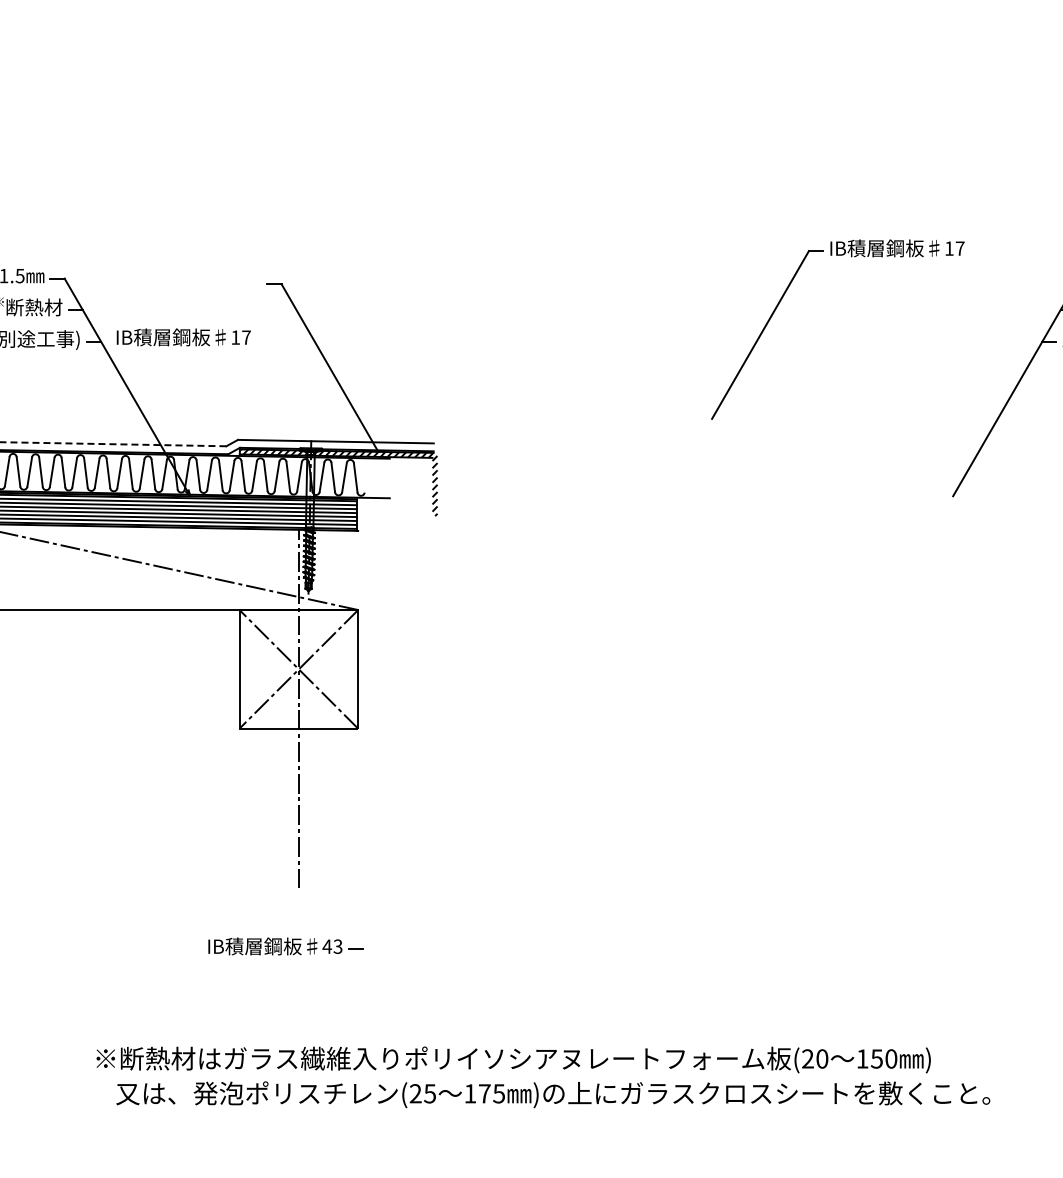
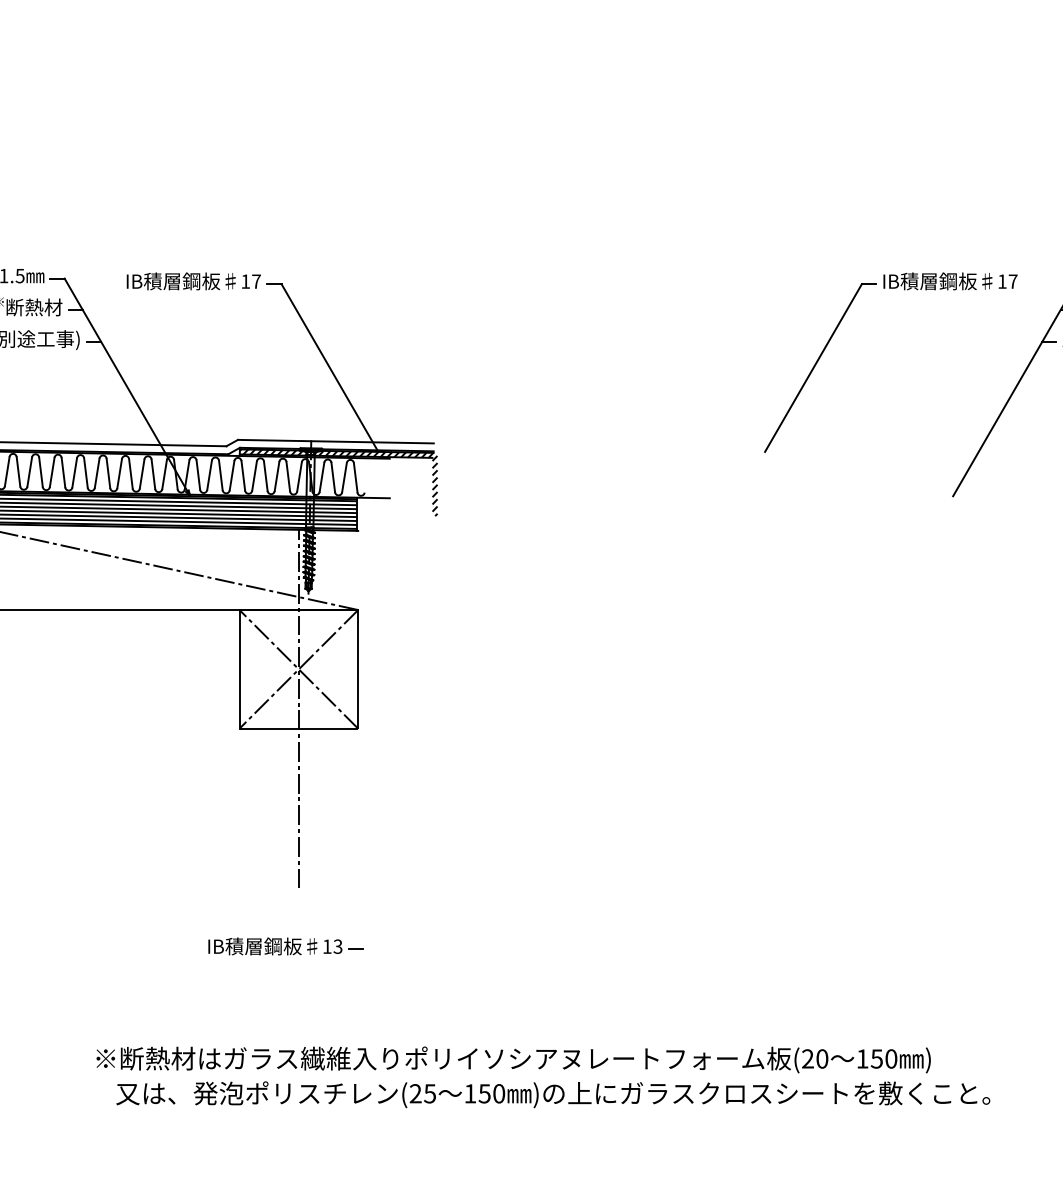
part at (782, 299) position: (782, 299) -> (835, 332)
text at (183, 337) position: (183, 337) -> (193, 281)
line at (112, 444): dashed -> solid
text at (327, 946): 43 -> 13
text at (491, 1093): 175 -> 150
